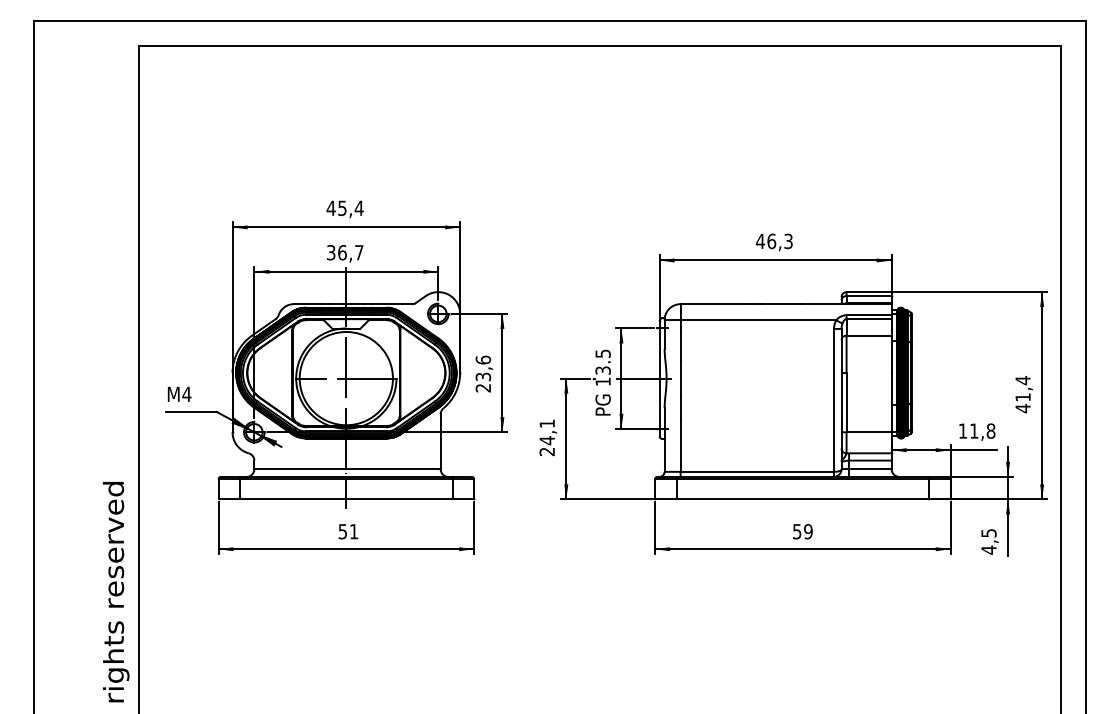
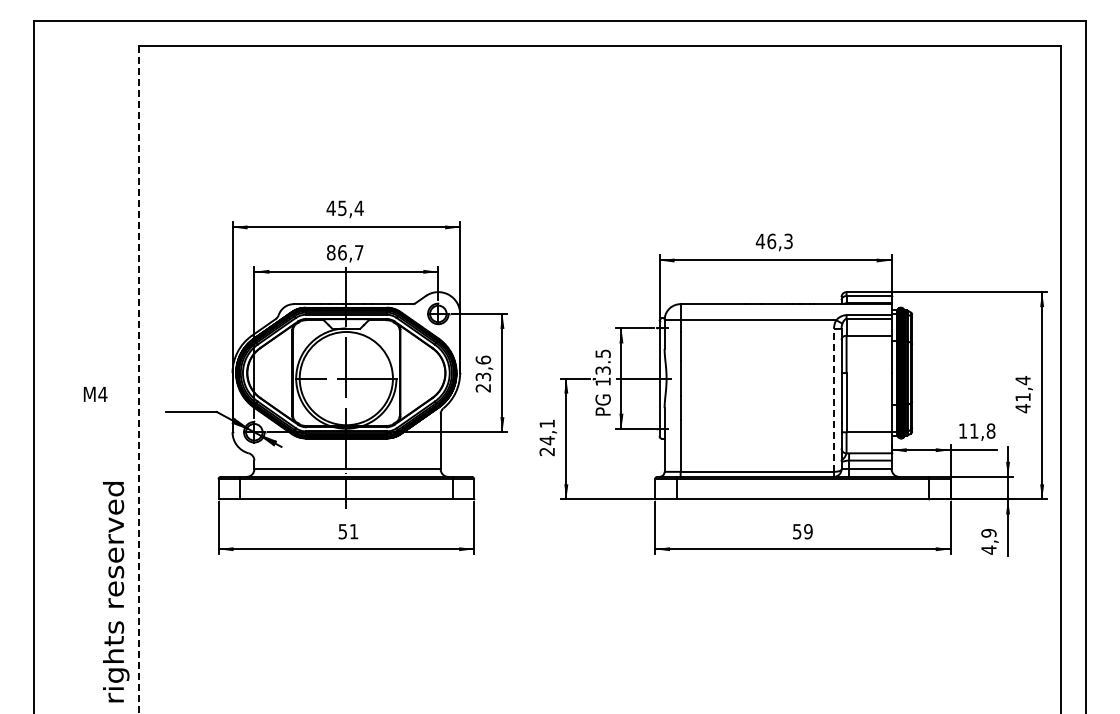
text at (330, 252): 36,7 -> 86,7
line at (138, 380): solid -> dashed
text at (179, 394) position: (179, 394) -> (95, 394)
line at (834, 399): solid -> dashed
text at (988, 533): 4,5 -> 4,9
